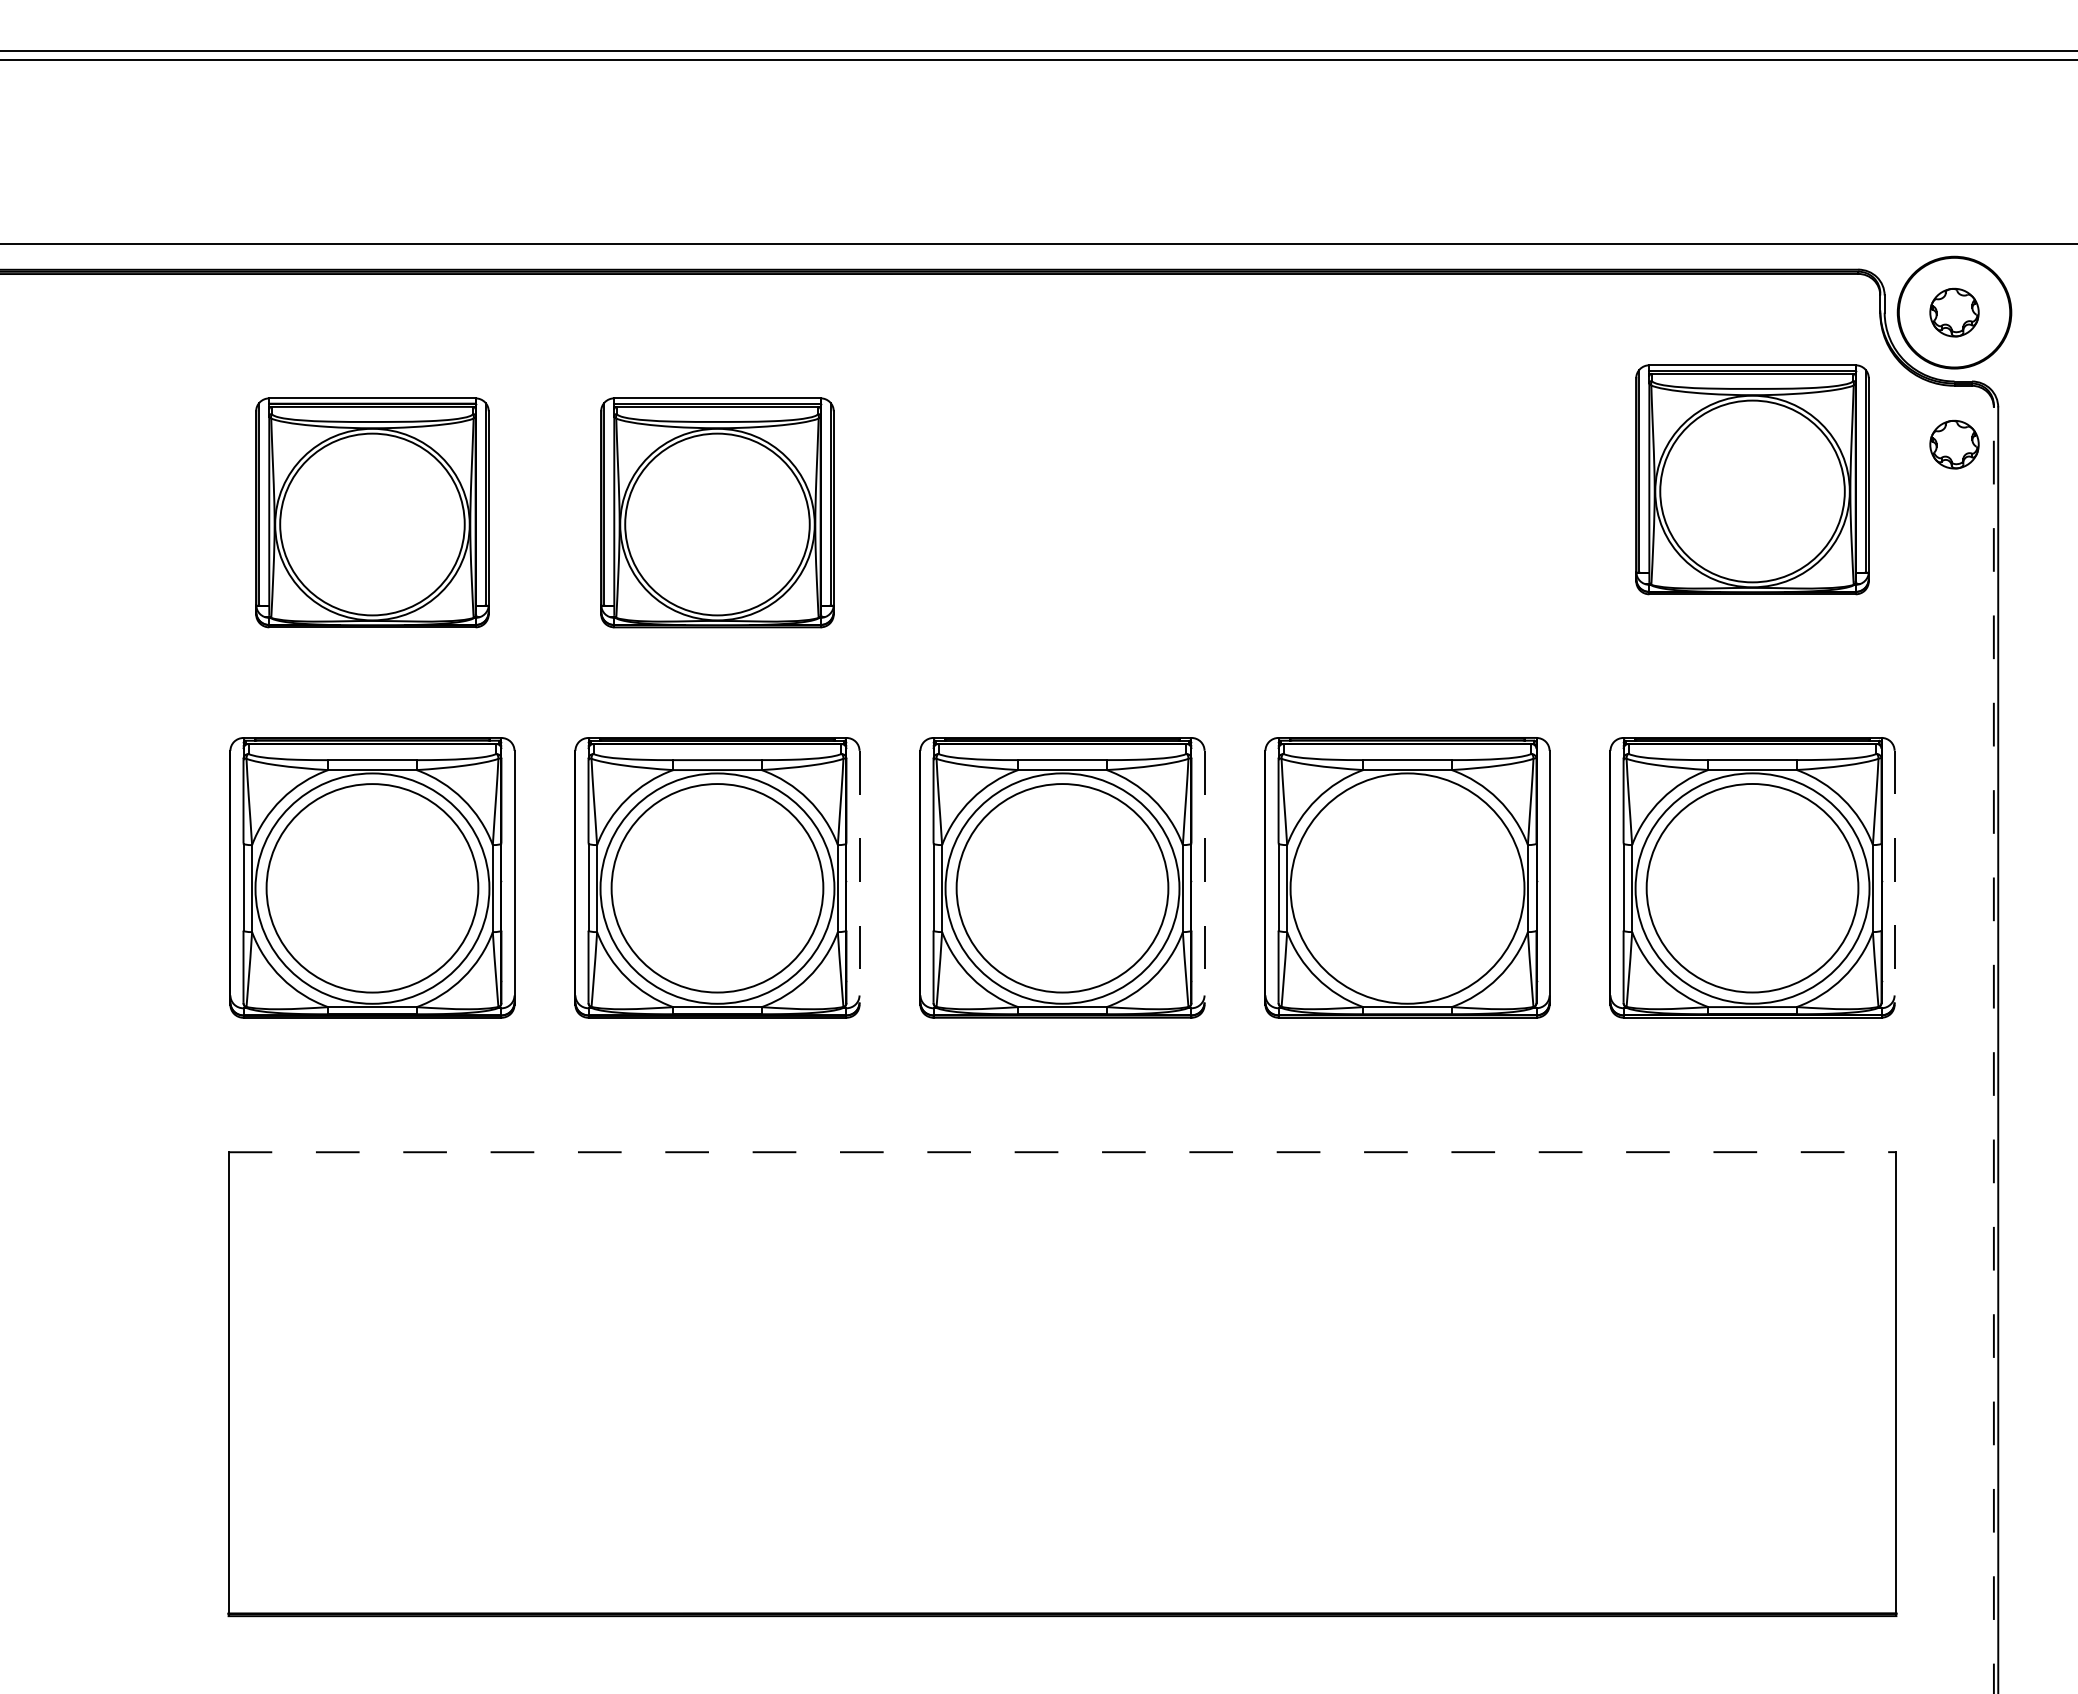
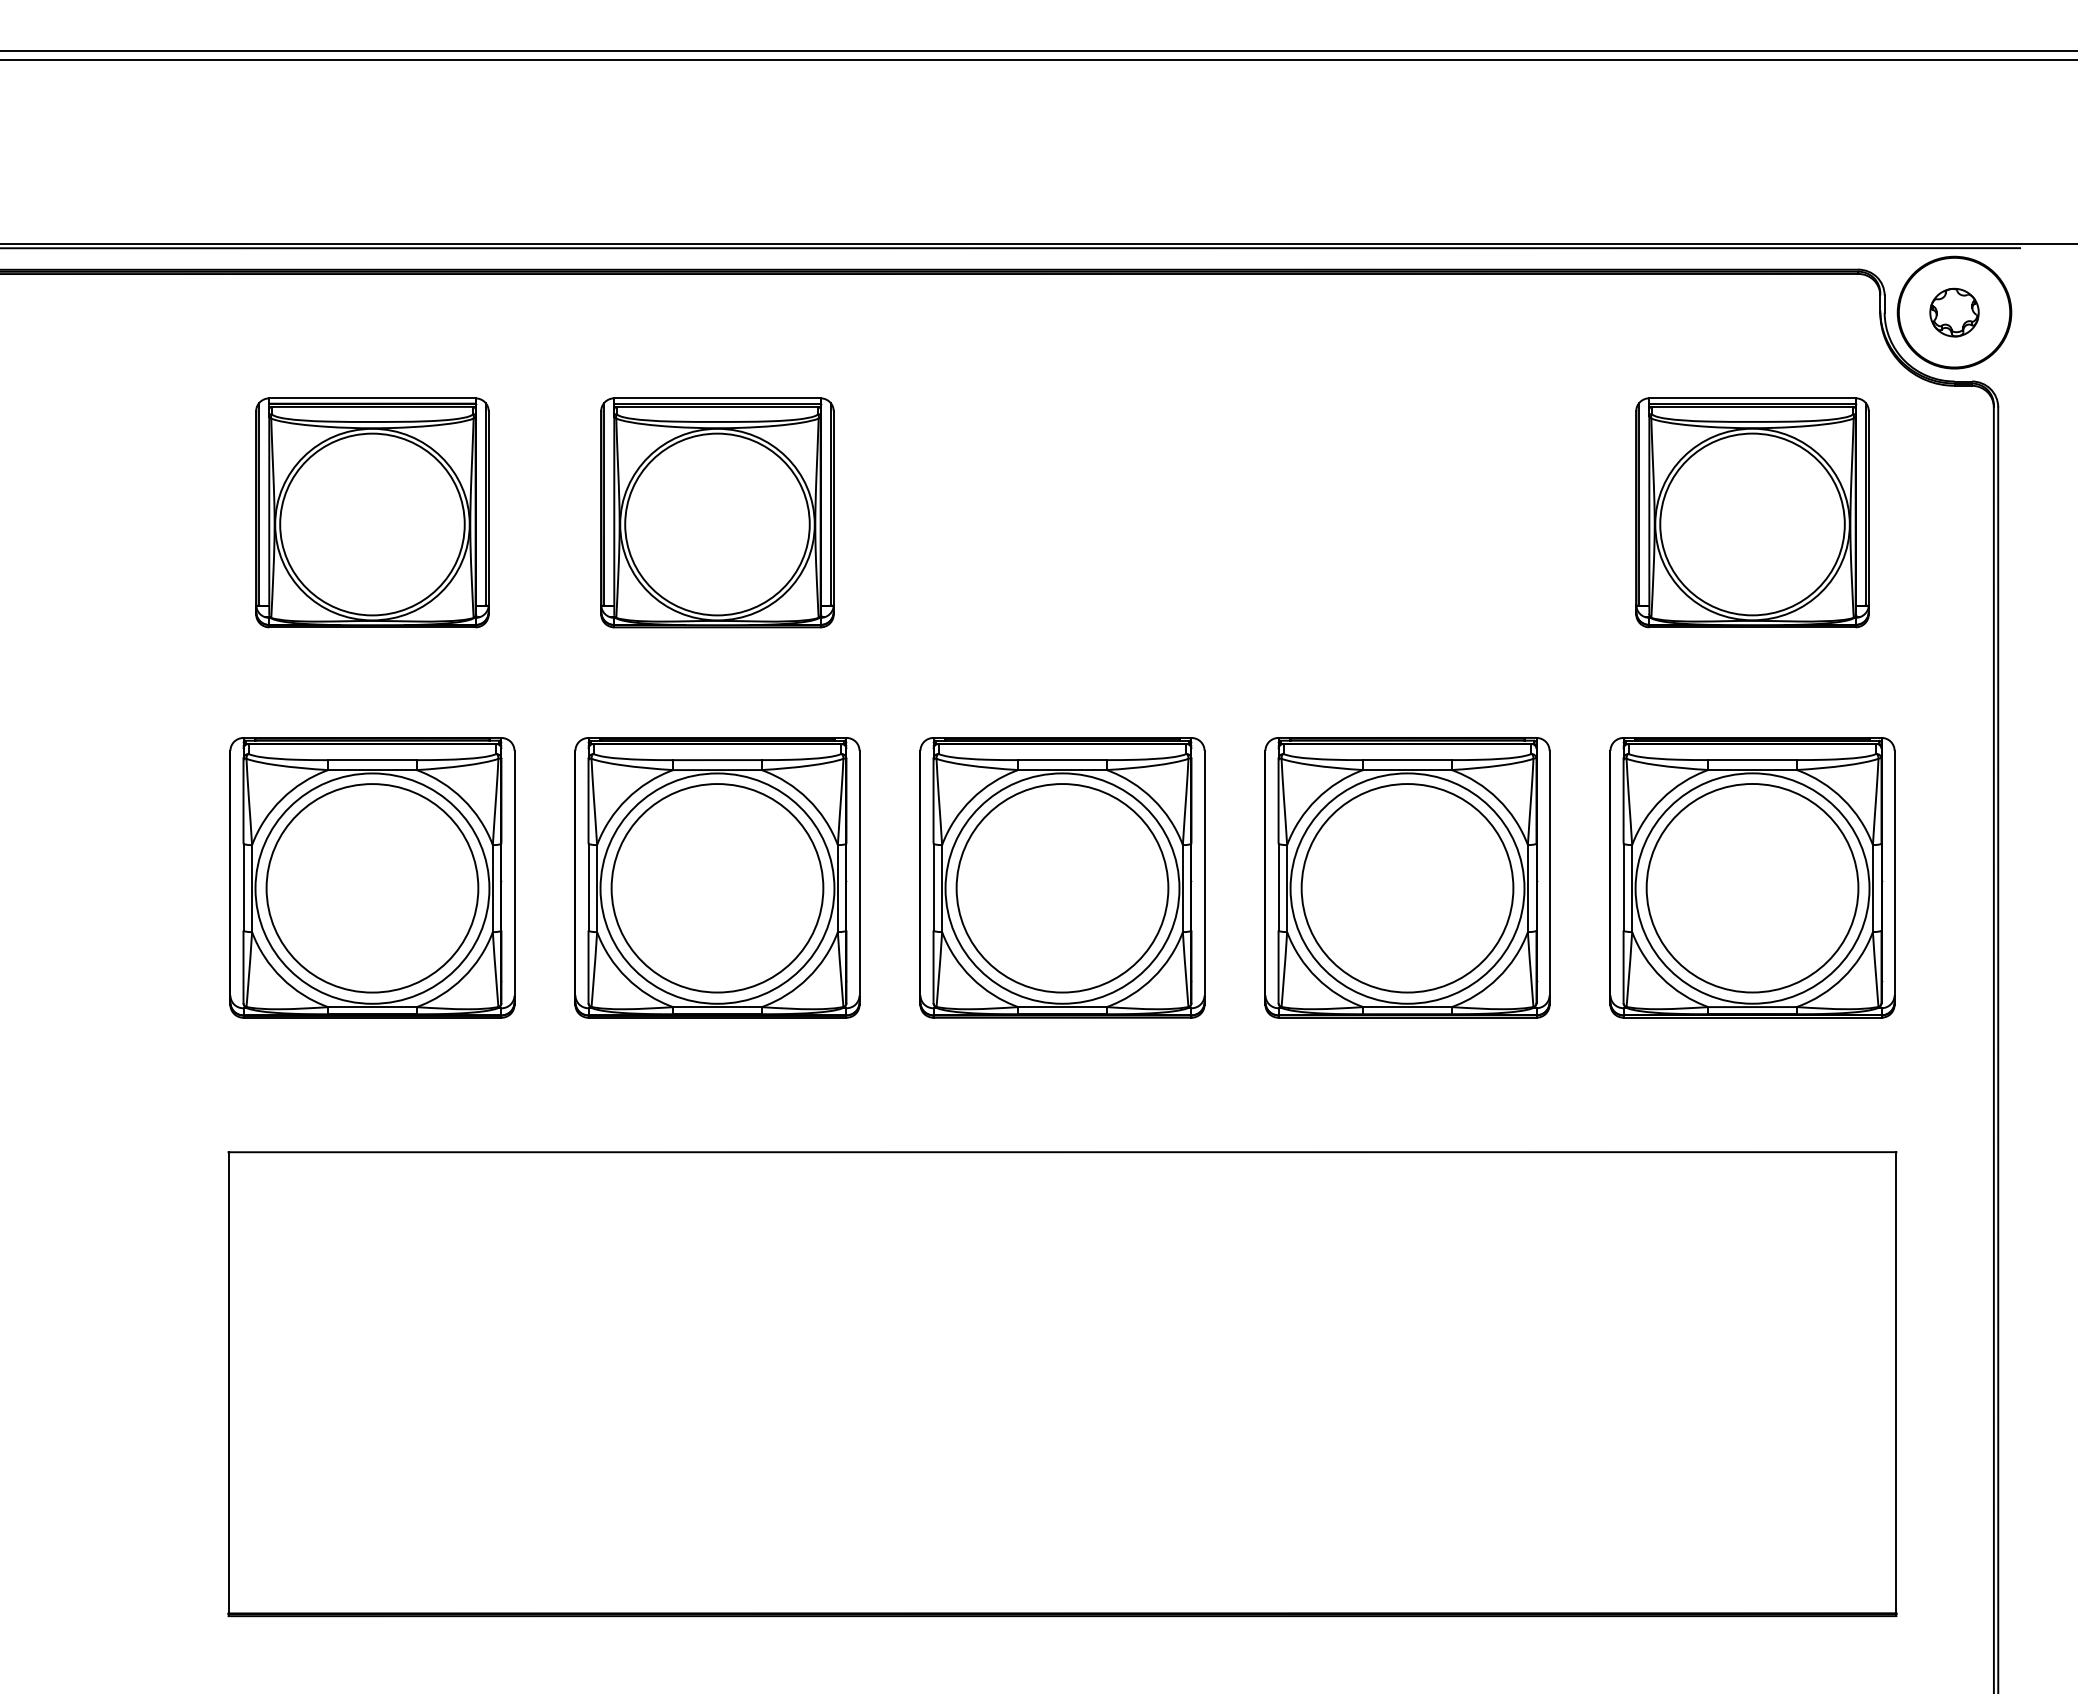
line at (1011, 248): none -> present
part at (1954, 444): present -> none
part at (1752, 479) position: (1752, 479) -> (1752, 512)
line at (859, 878): dashed -> solid
line at (1204, 878): dashed -> solid
line at (1894, 878): dashed -> solid
part at (1407, 888): none -> present
line at (1993, 1050): dashed -> solid
line at (1062, 1152): dashed -> solid
